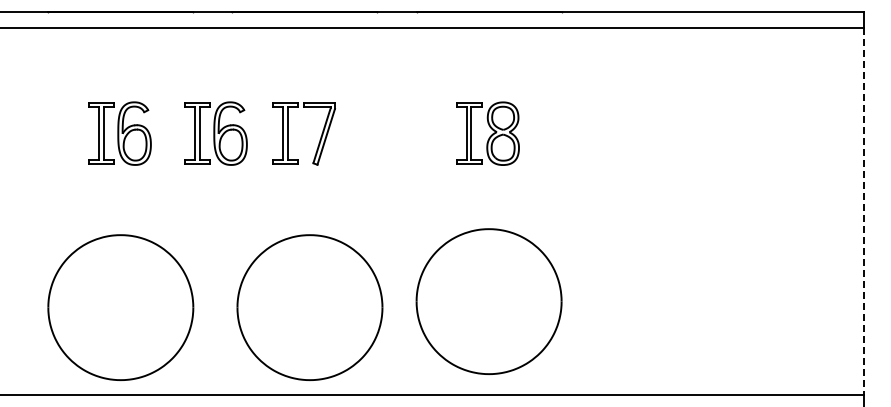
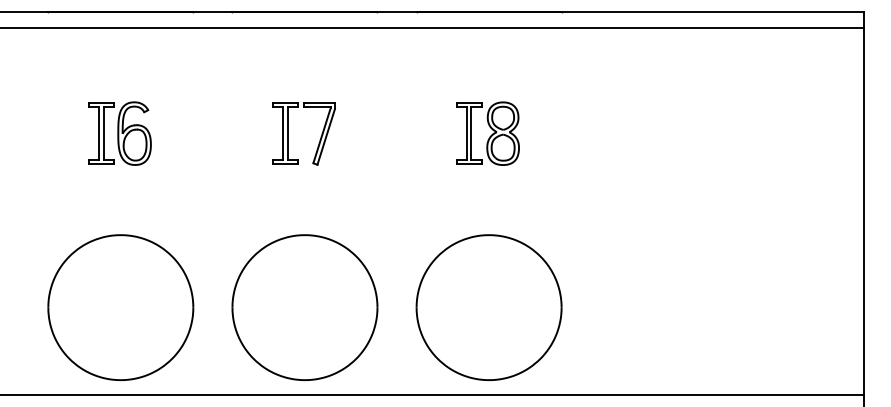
part at (215, 133): present -> none
line at (864, 211): dashed -> solid
part at (488, 301) position: (488, 301) -> (488, 307)
part at (309, 307) position: (309, 307) -> (304, 307)
